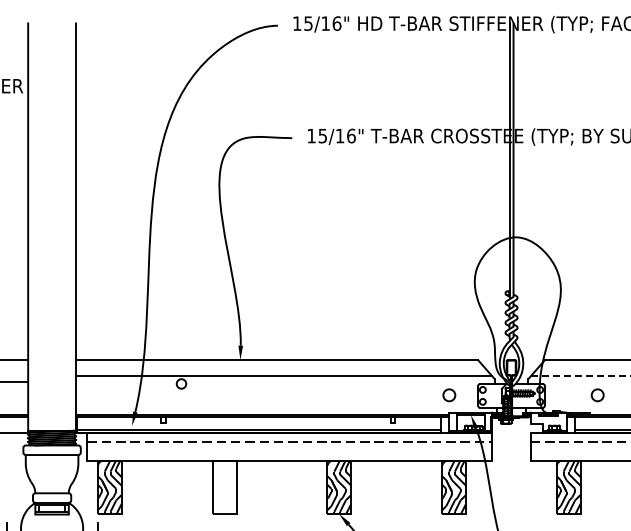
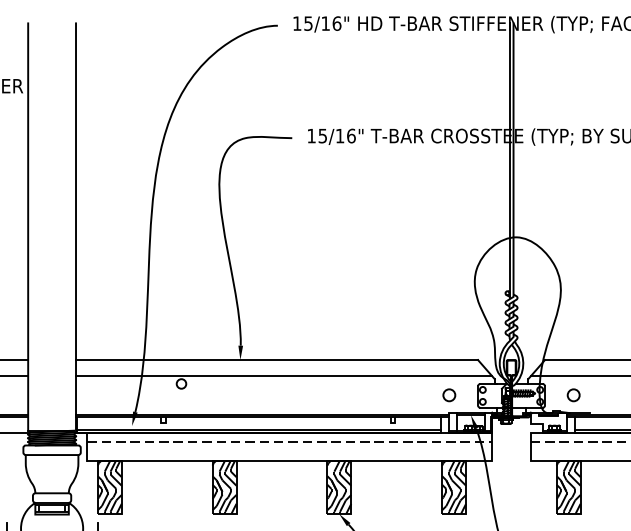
line at (581, 375): dashed -> solid
line at (15, 381) position: (15, 381) -> (15, 375)
circle at (597, 395) position: (597, 395) -> (573, 395)
hatch at (224, 487): none -> present
